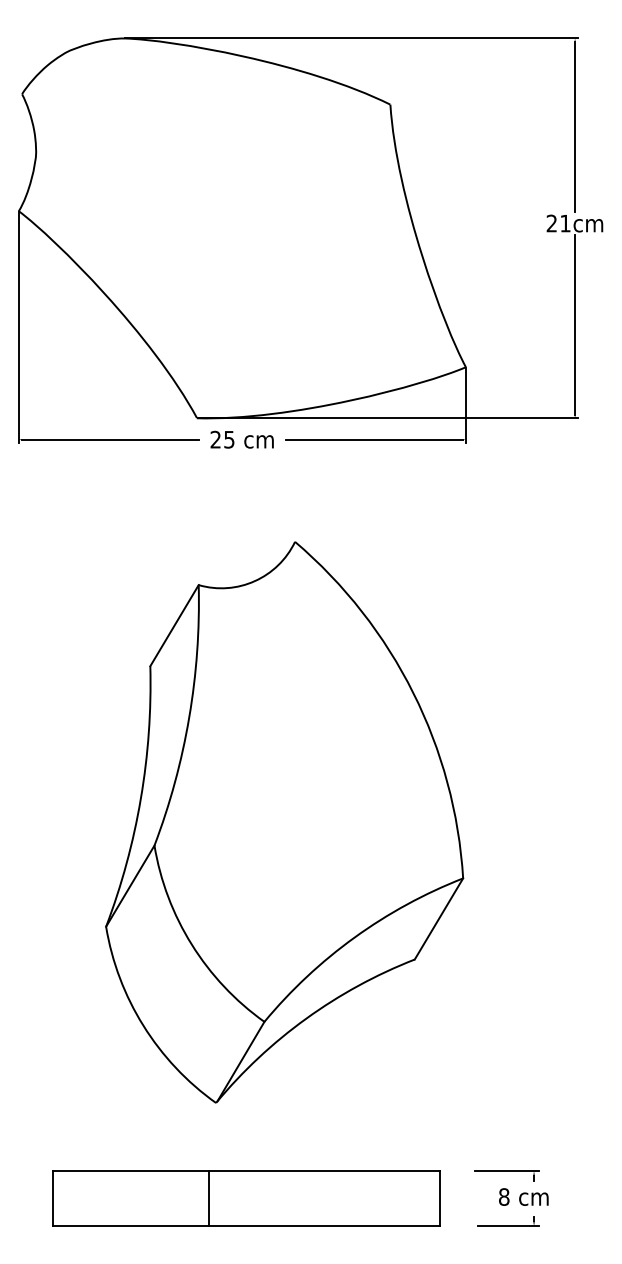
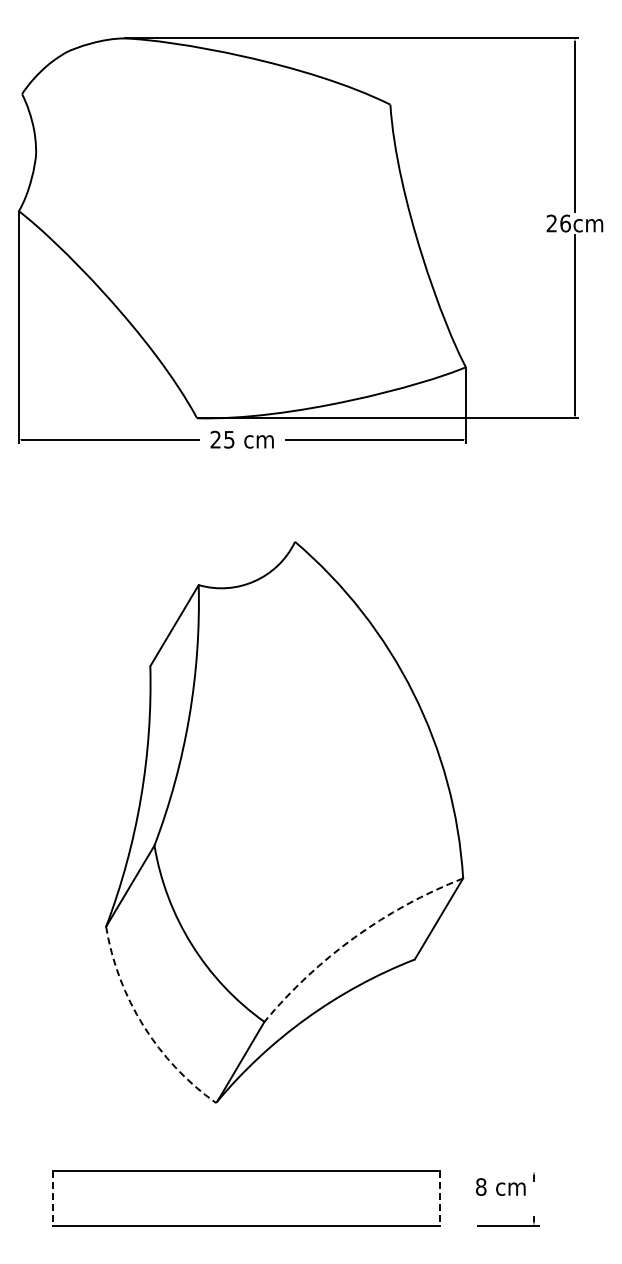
text at (565, 223): 21cm -> 26cm
arc at (354, 937): solid -> dashed
arc at (143, 1025): solid -> dashed
line at (506, 1171): present -> none
text at (523, 1196) position: (523, 1196) -> (500, 1186)
line at (209, 1198): present -> none
line at (52, 1199): solid -> dashed
line at (440, 1199): solid -> dashed
